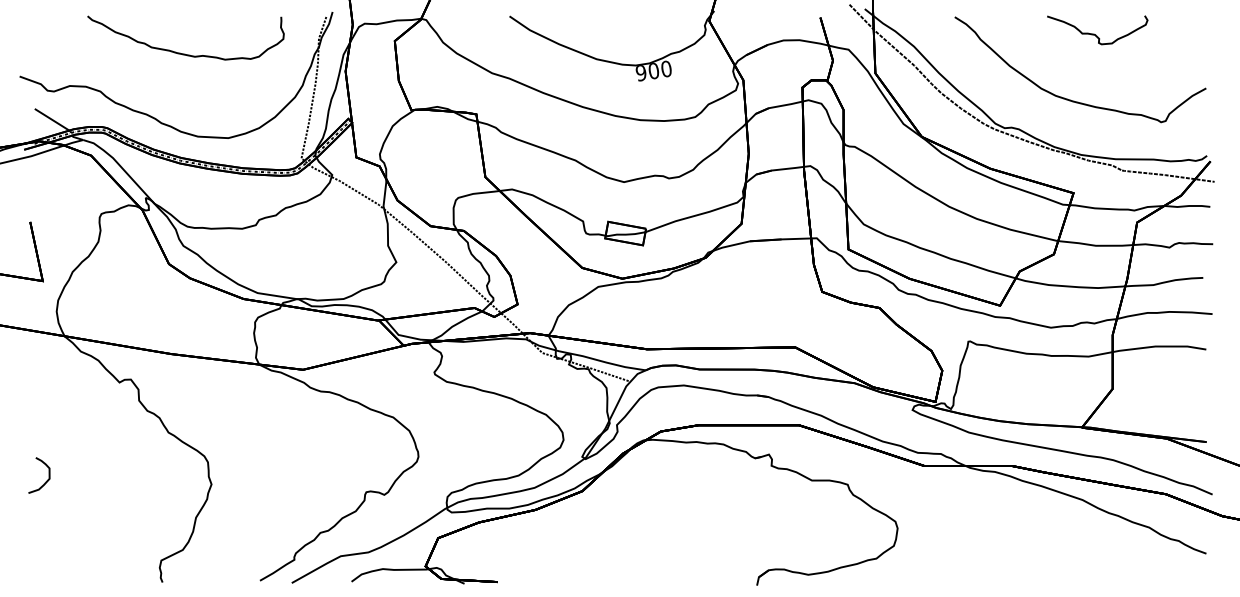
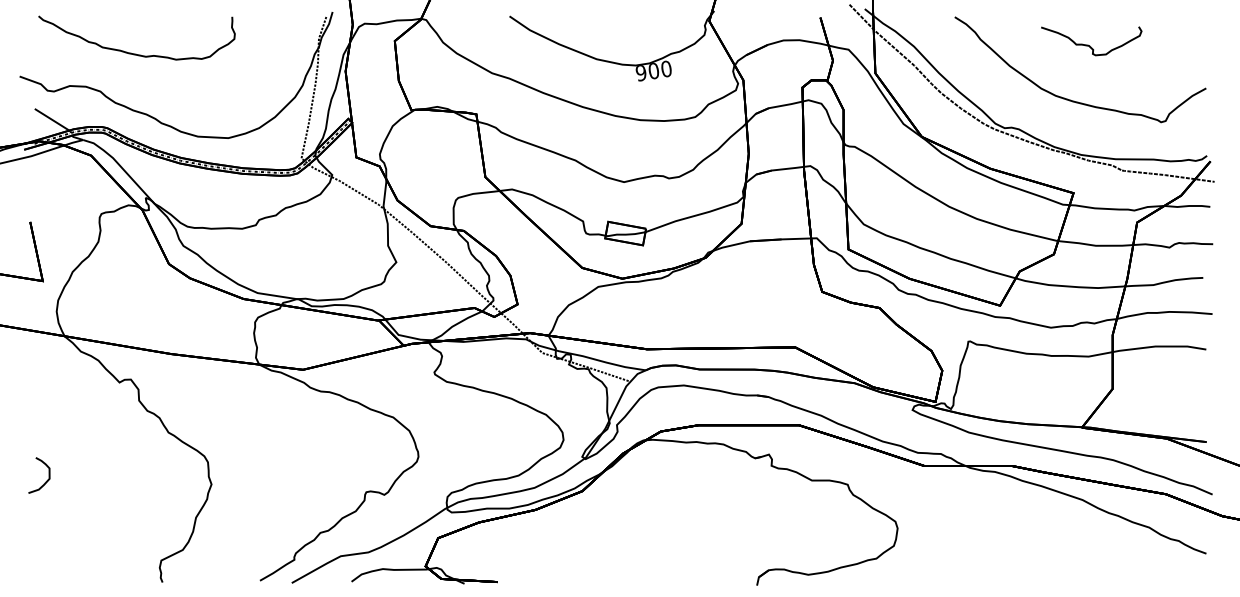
curve at (1096, 34) position: (1096, 34) -> (1090, 45)
curve at (180, 52) position: (180, 52) -> (131, 52)
